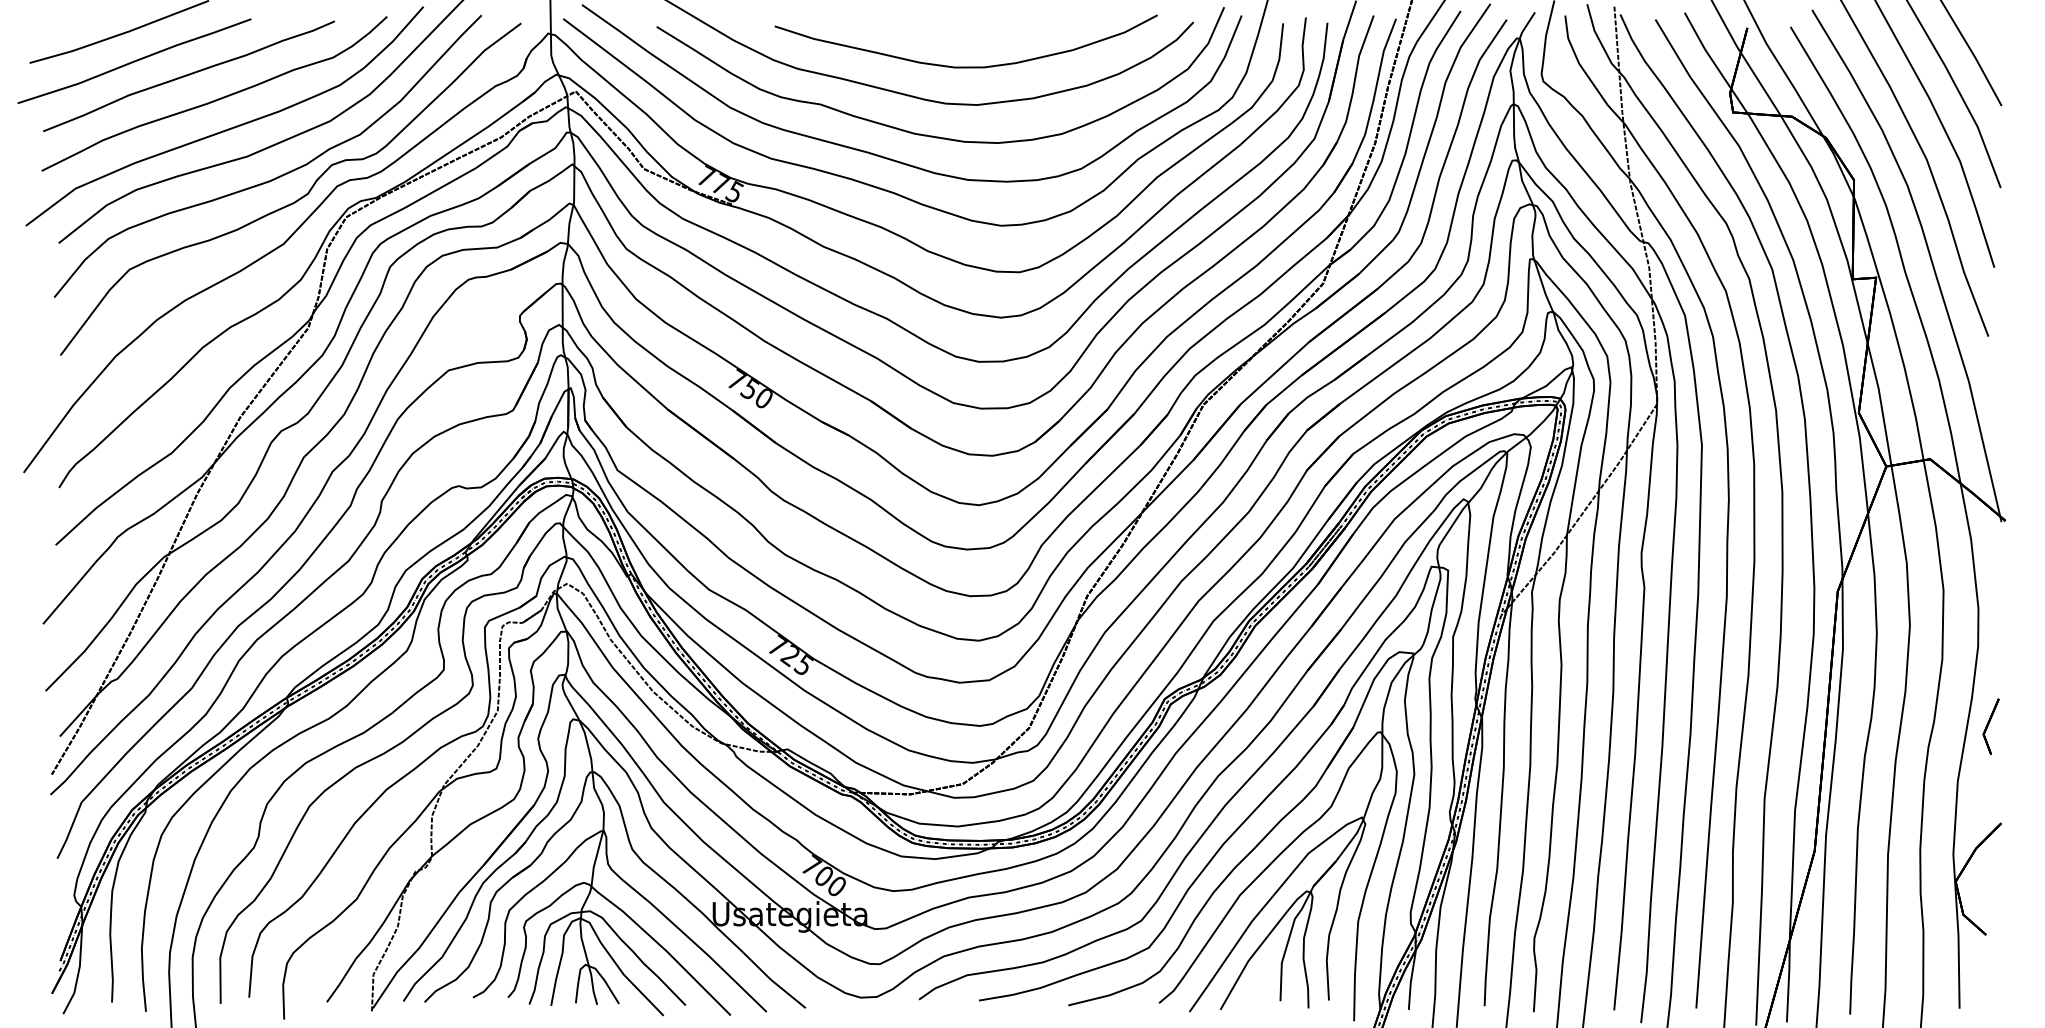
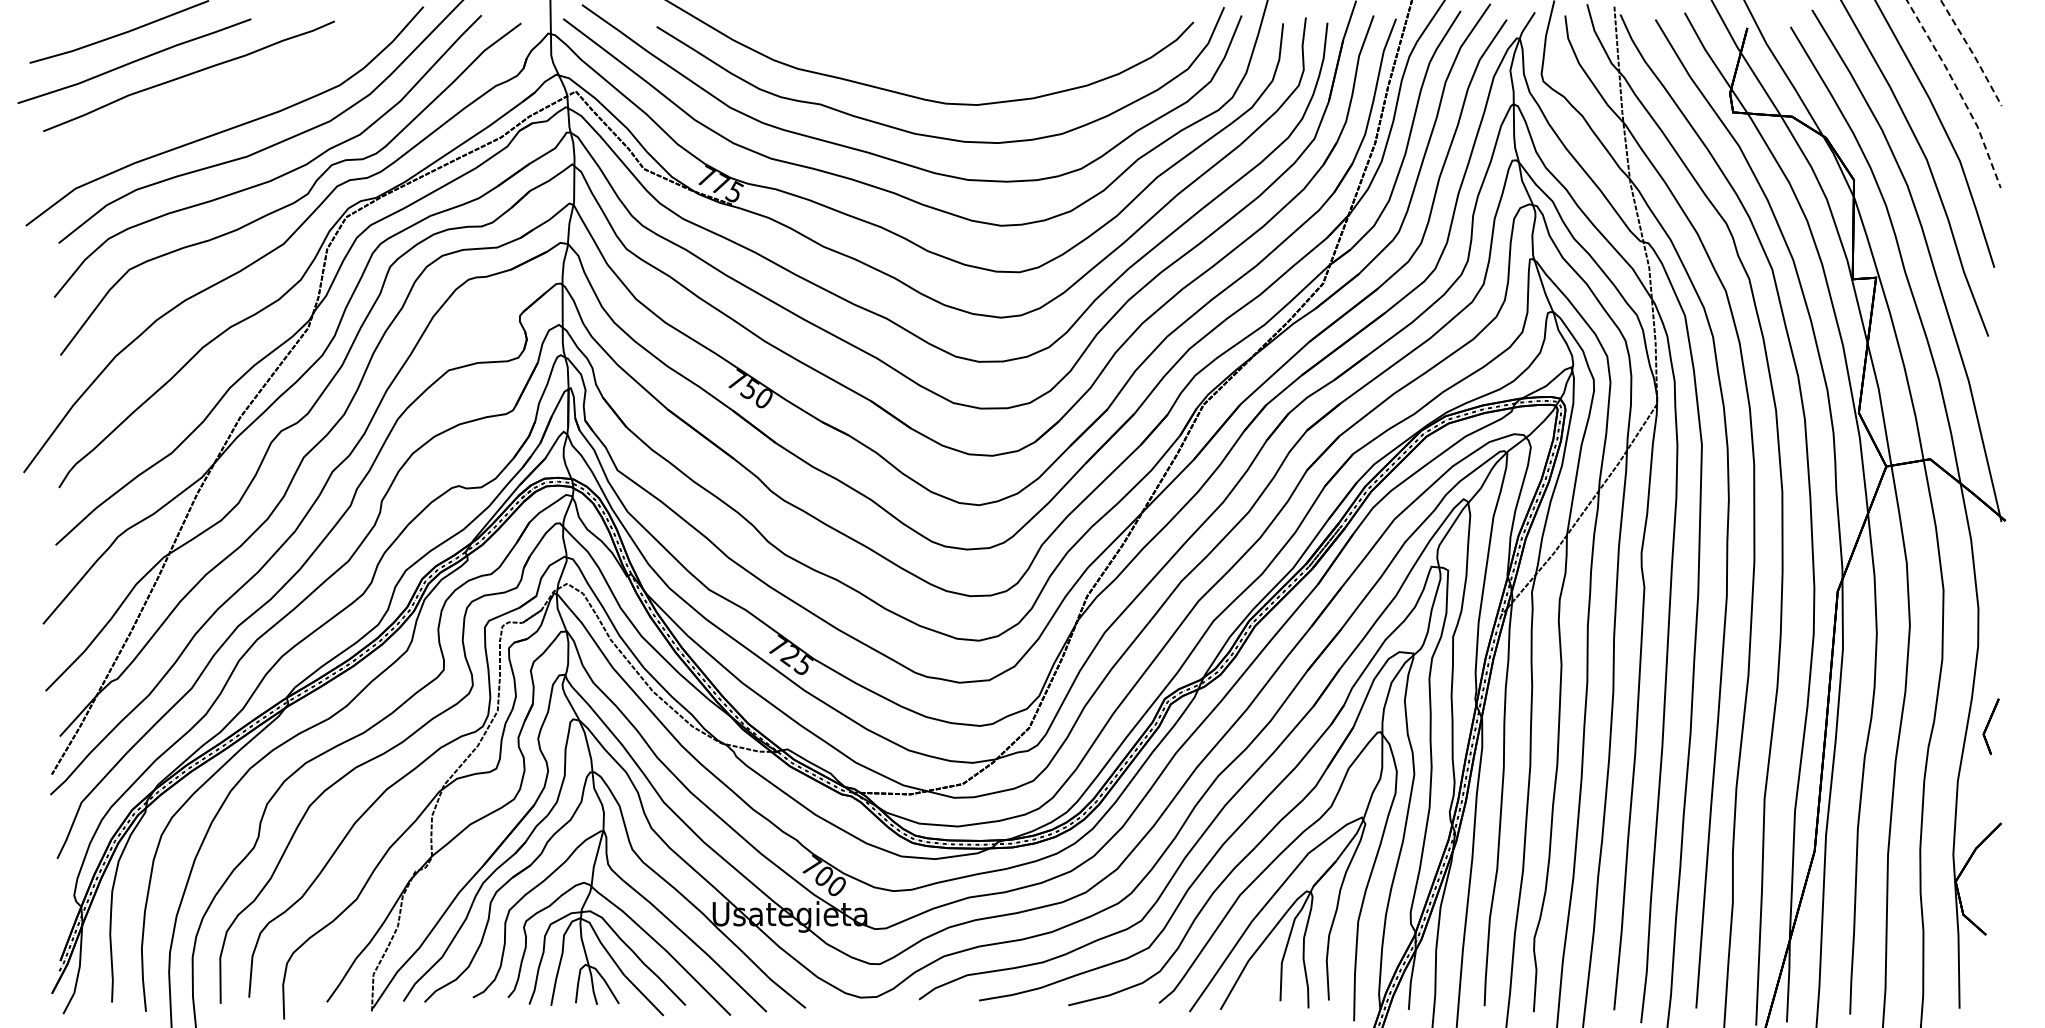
line at (1972, 52): solid -> dashed
curve at (965, 66): present -> none
line at (1959, 92): solid -> dashed
curve at (217, 98): present -> none
